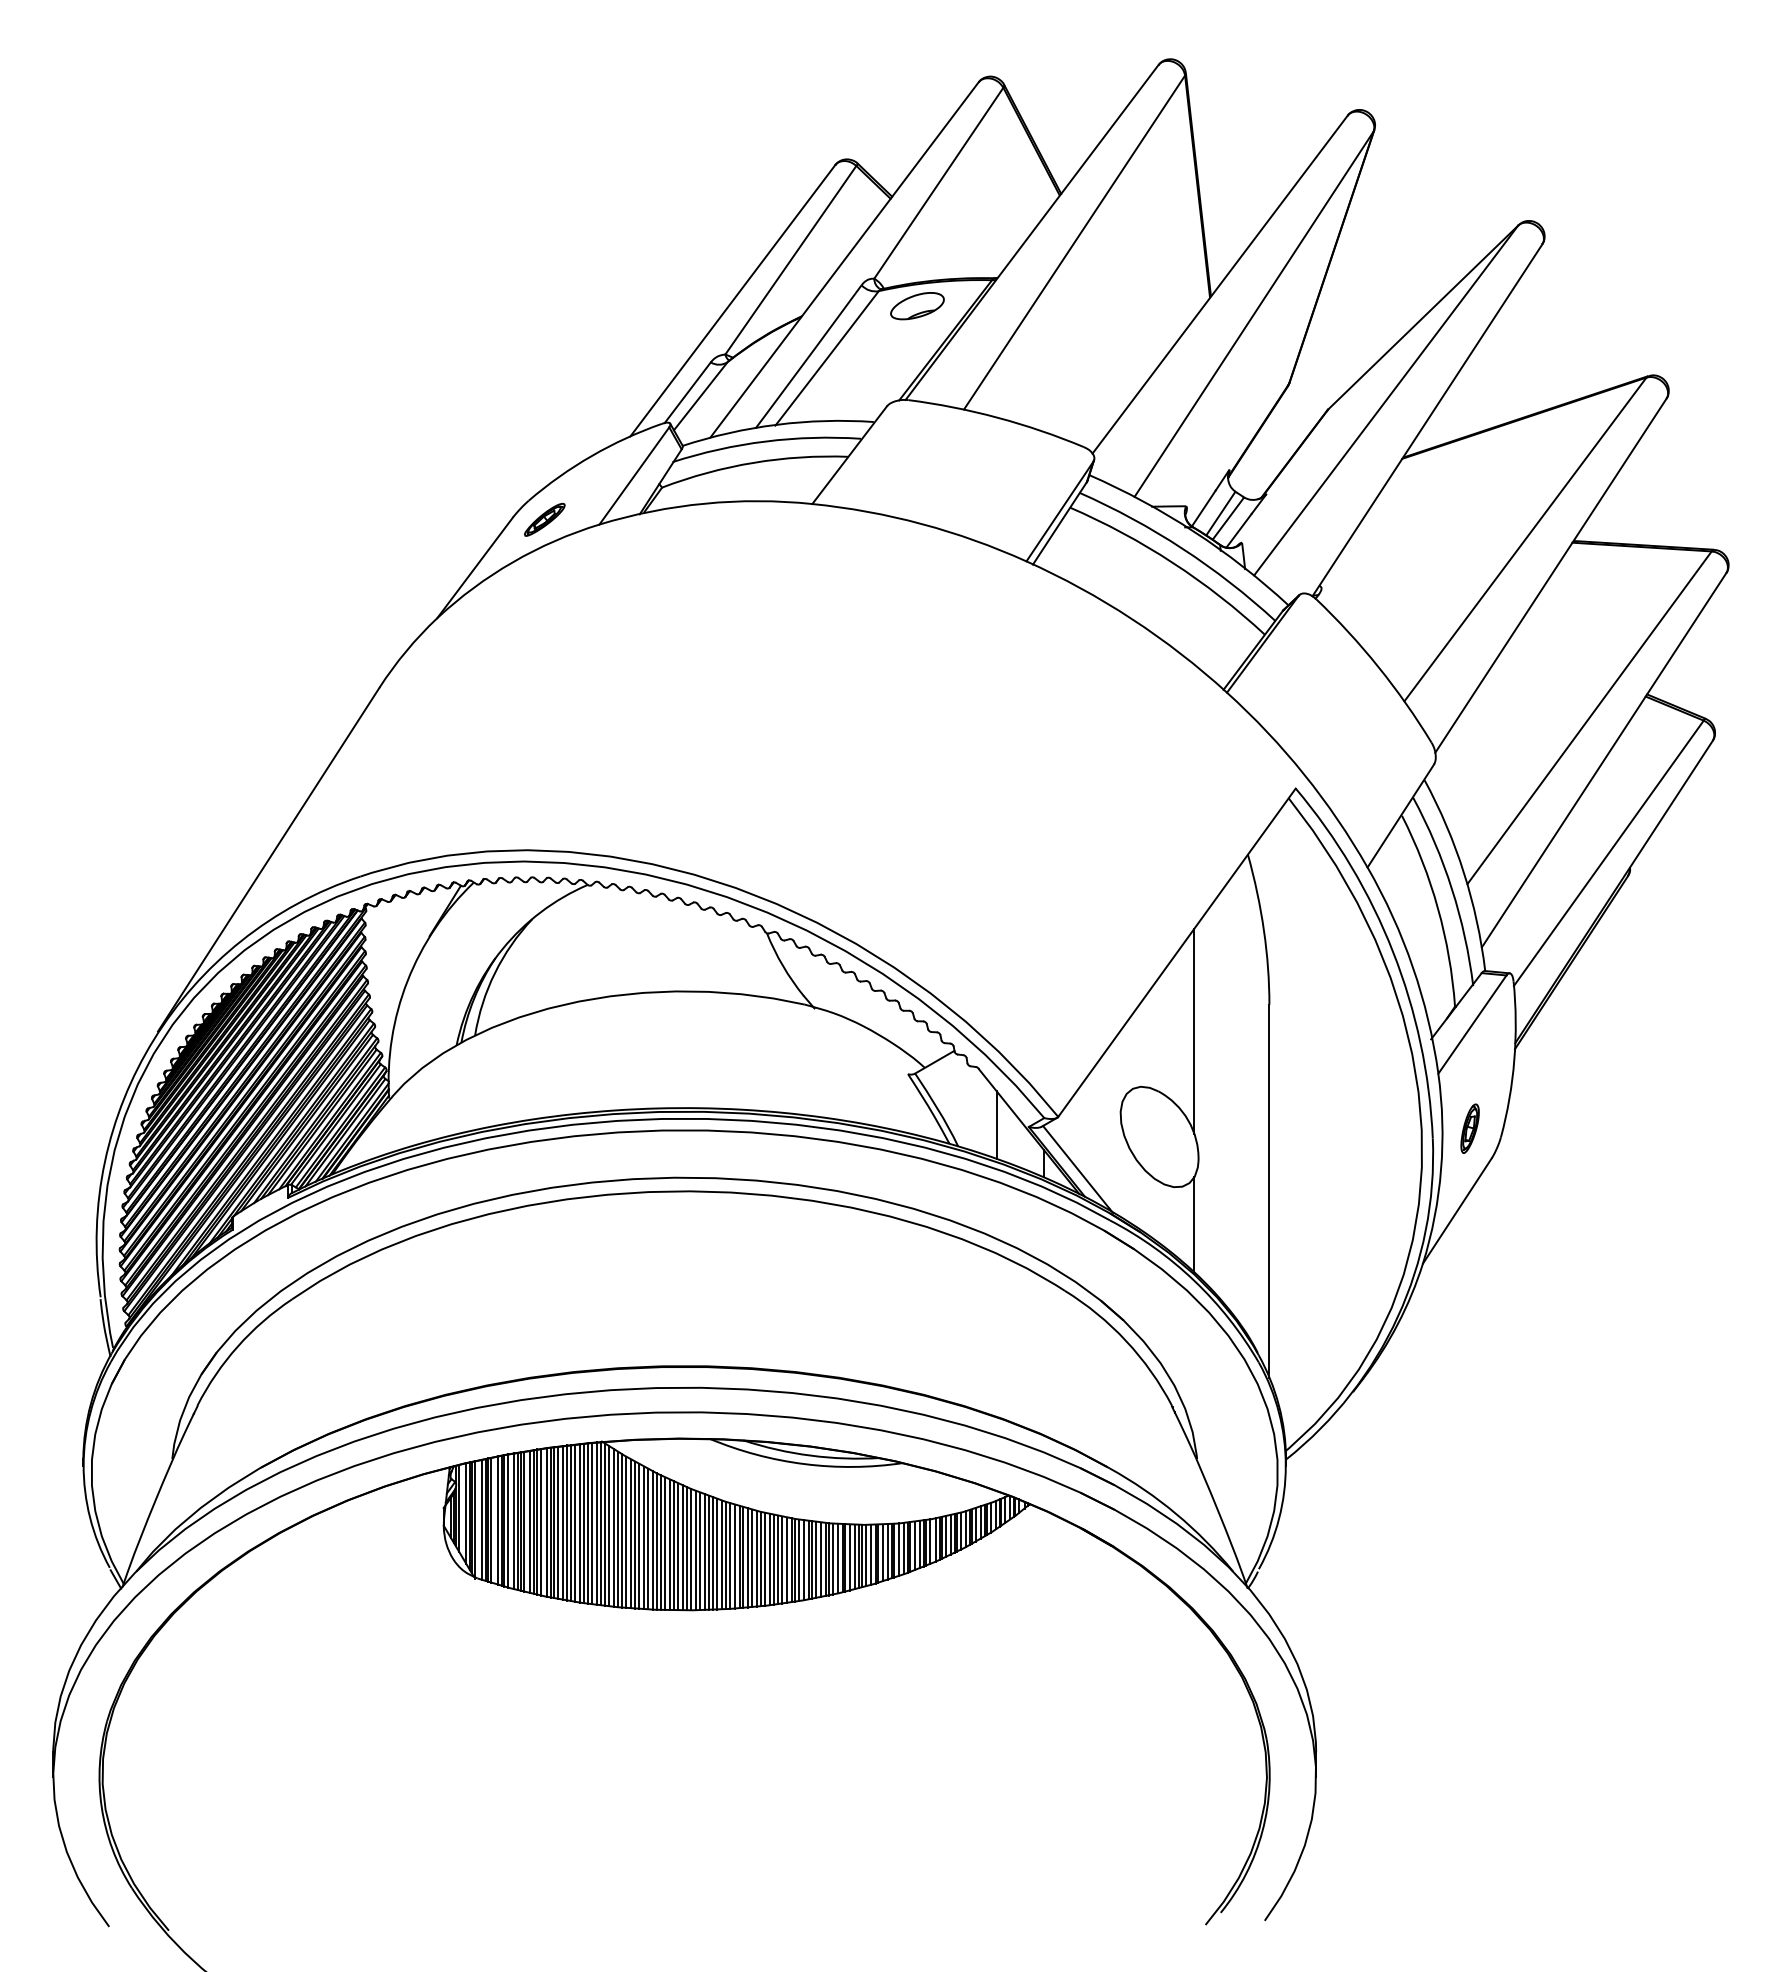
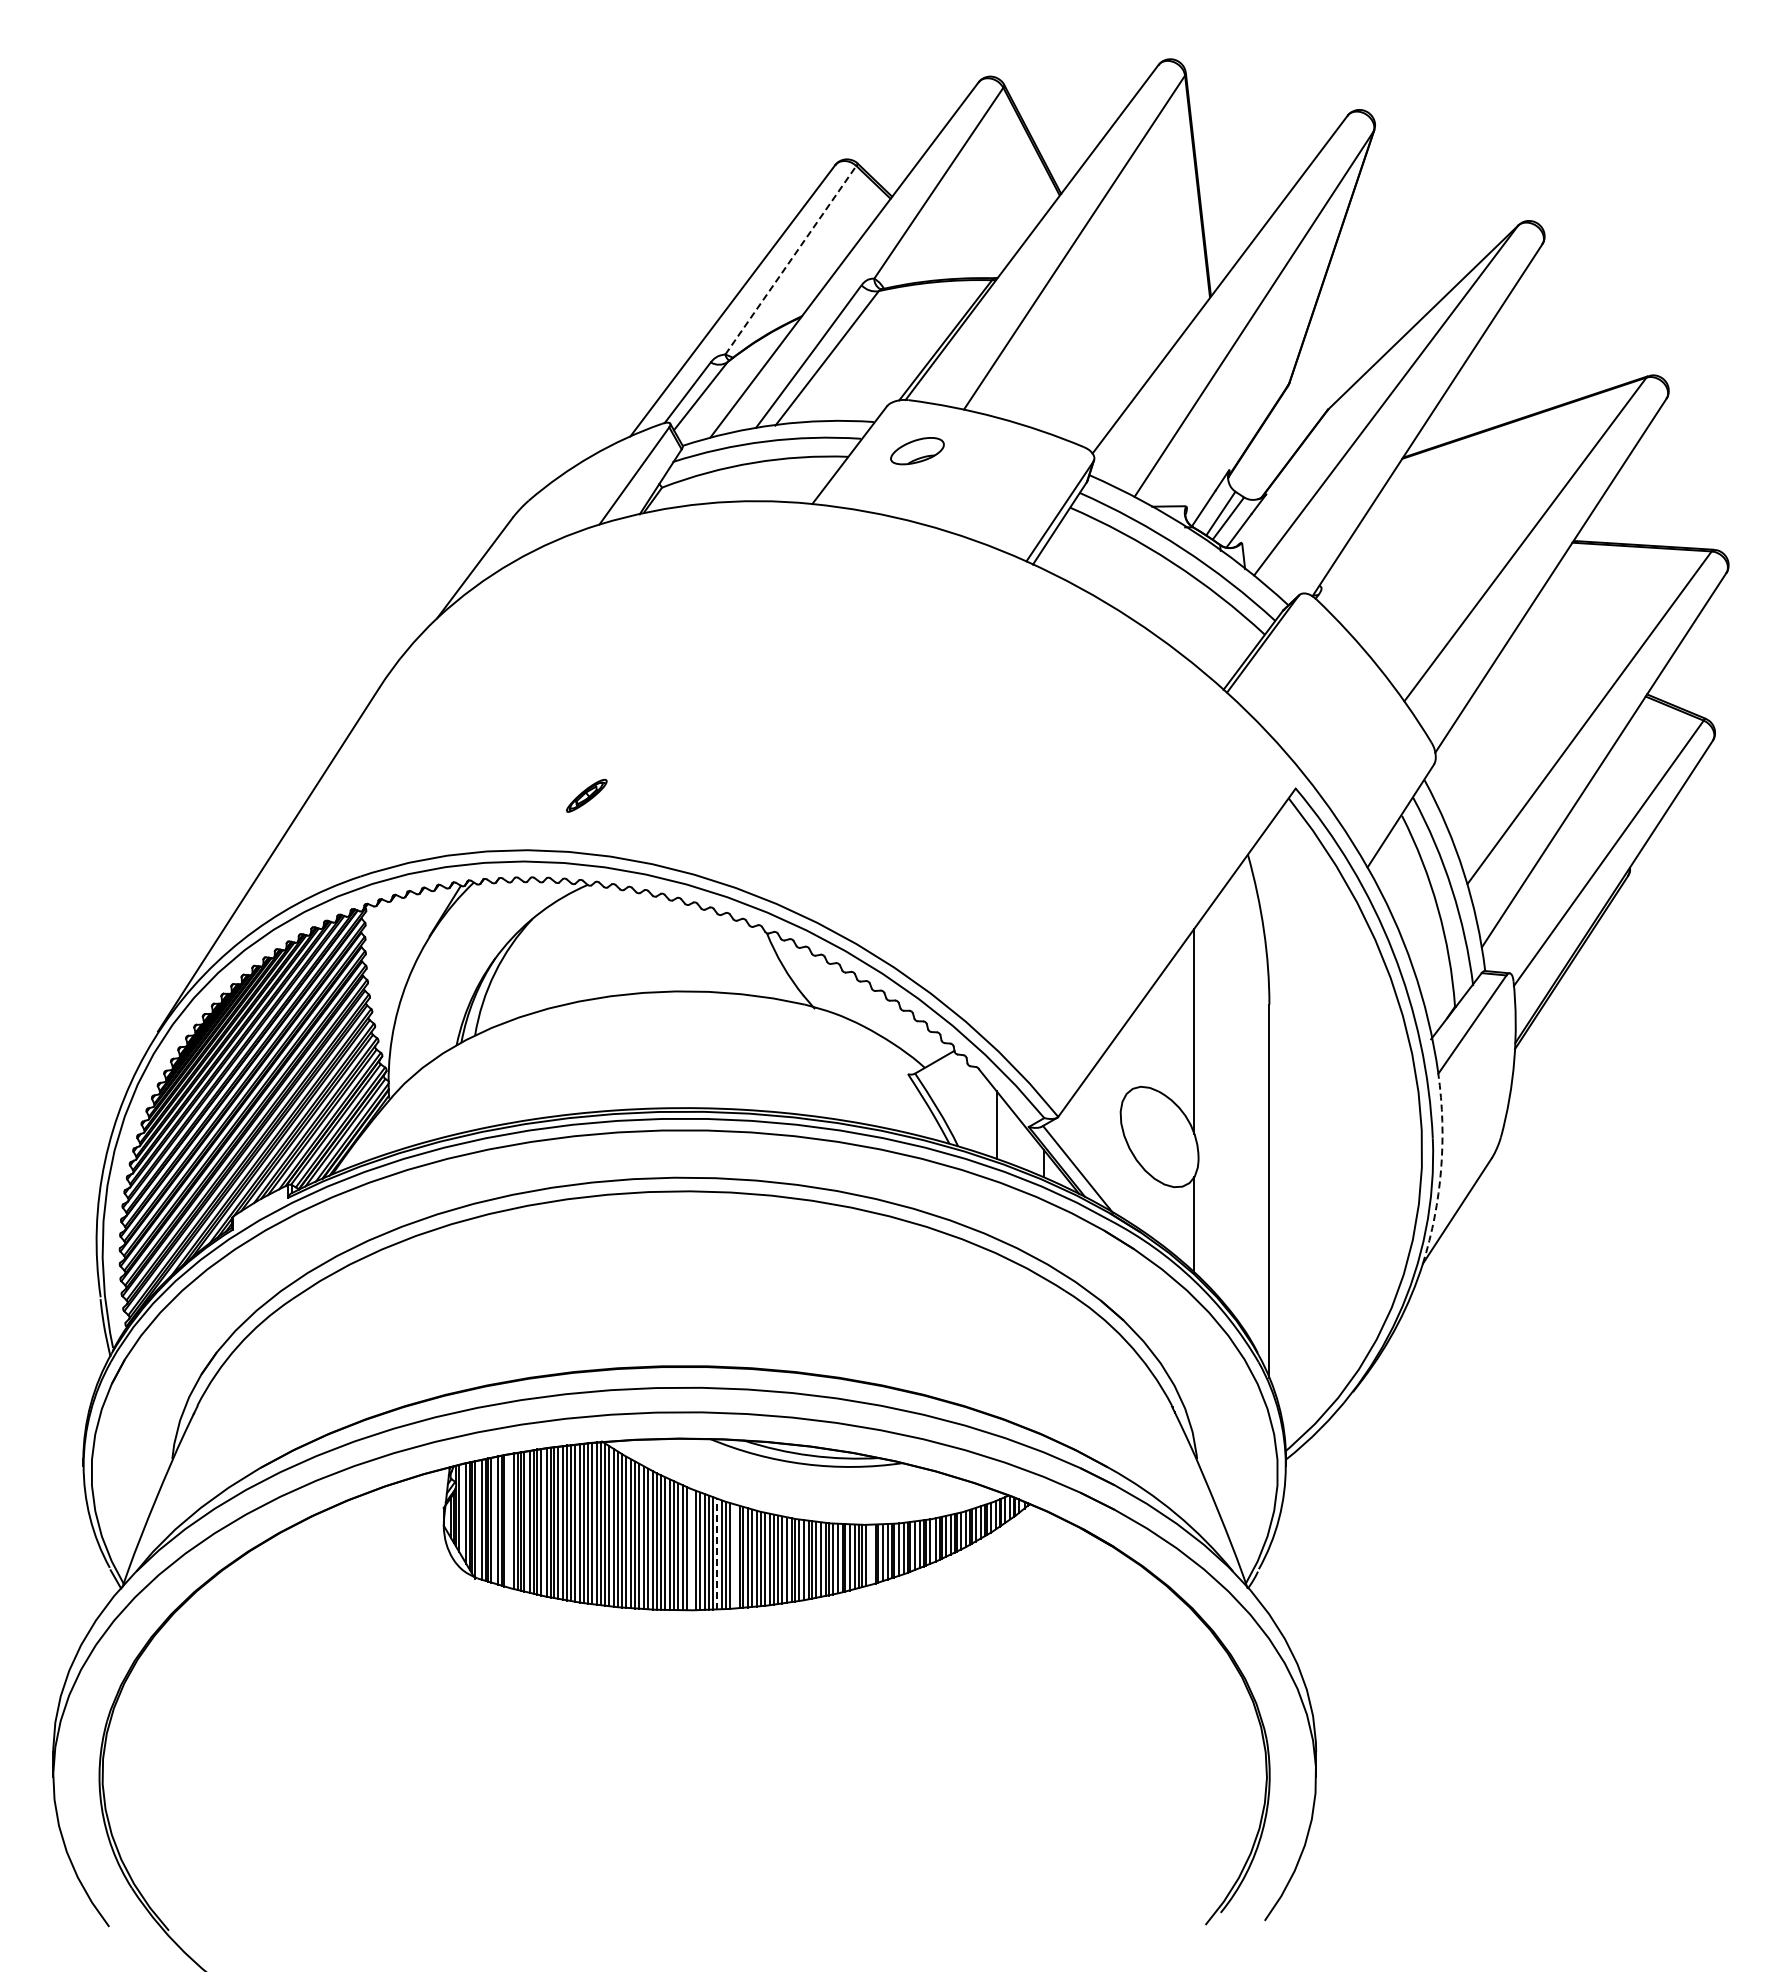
line at (790, 260): solid -> dashed
part at (917, 306) position: (917, 306) -> (917, 451)
part at (544, 519) position: (544, 519) -> (586, 795)
part at (1469, 1128): present -> none
arc at (1441, 1169): solid -> dashed
line at (507, 1520): present -> none
line at (691, 1549): present -> none
line at (717, 1553): solid -> dashed
line at (871, 1554): present -> none
line at (734, 1556): present -> none
